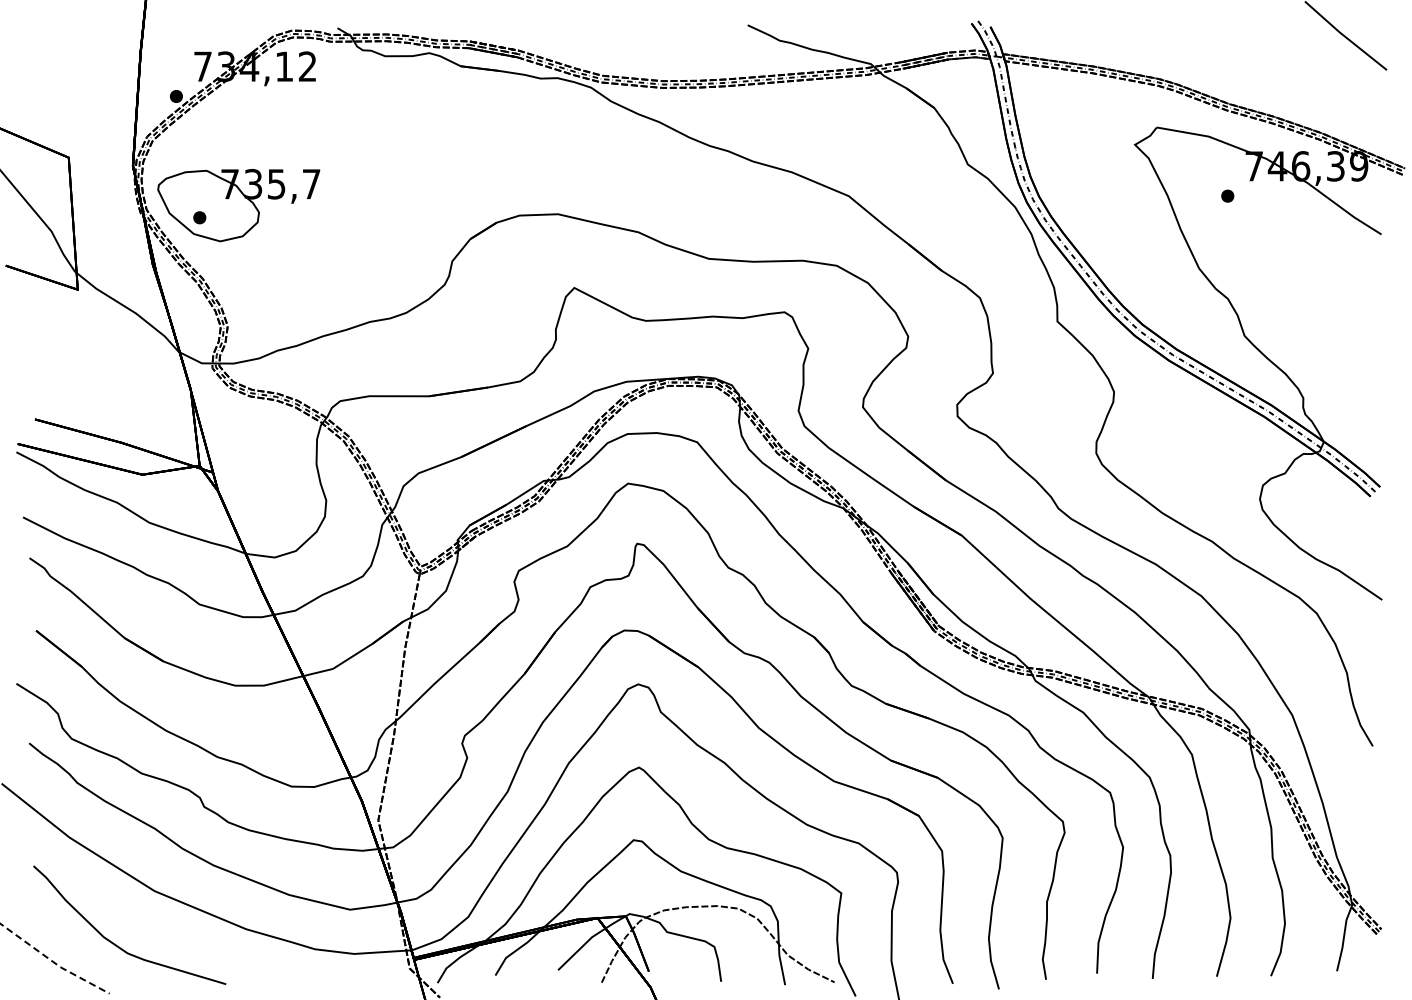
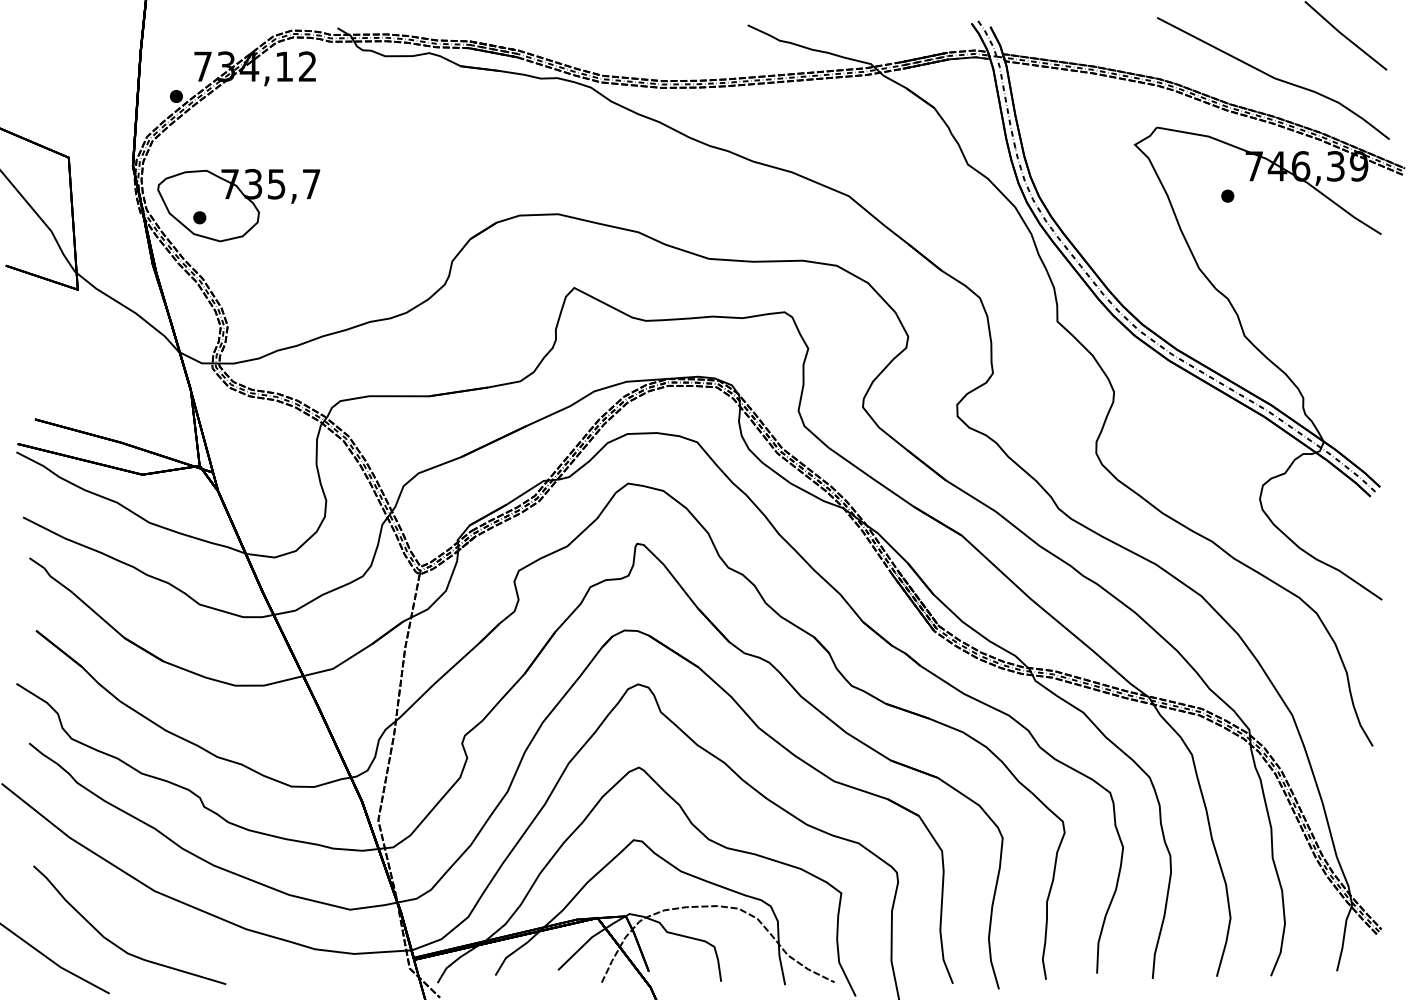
curve at (1272, 78): none -> present
line at (53, 962): dashed -> solid
